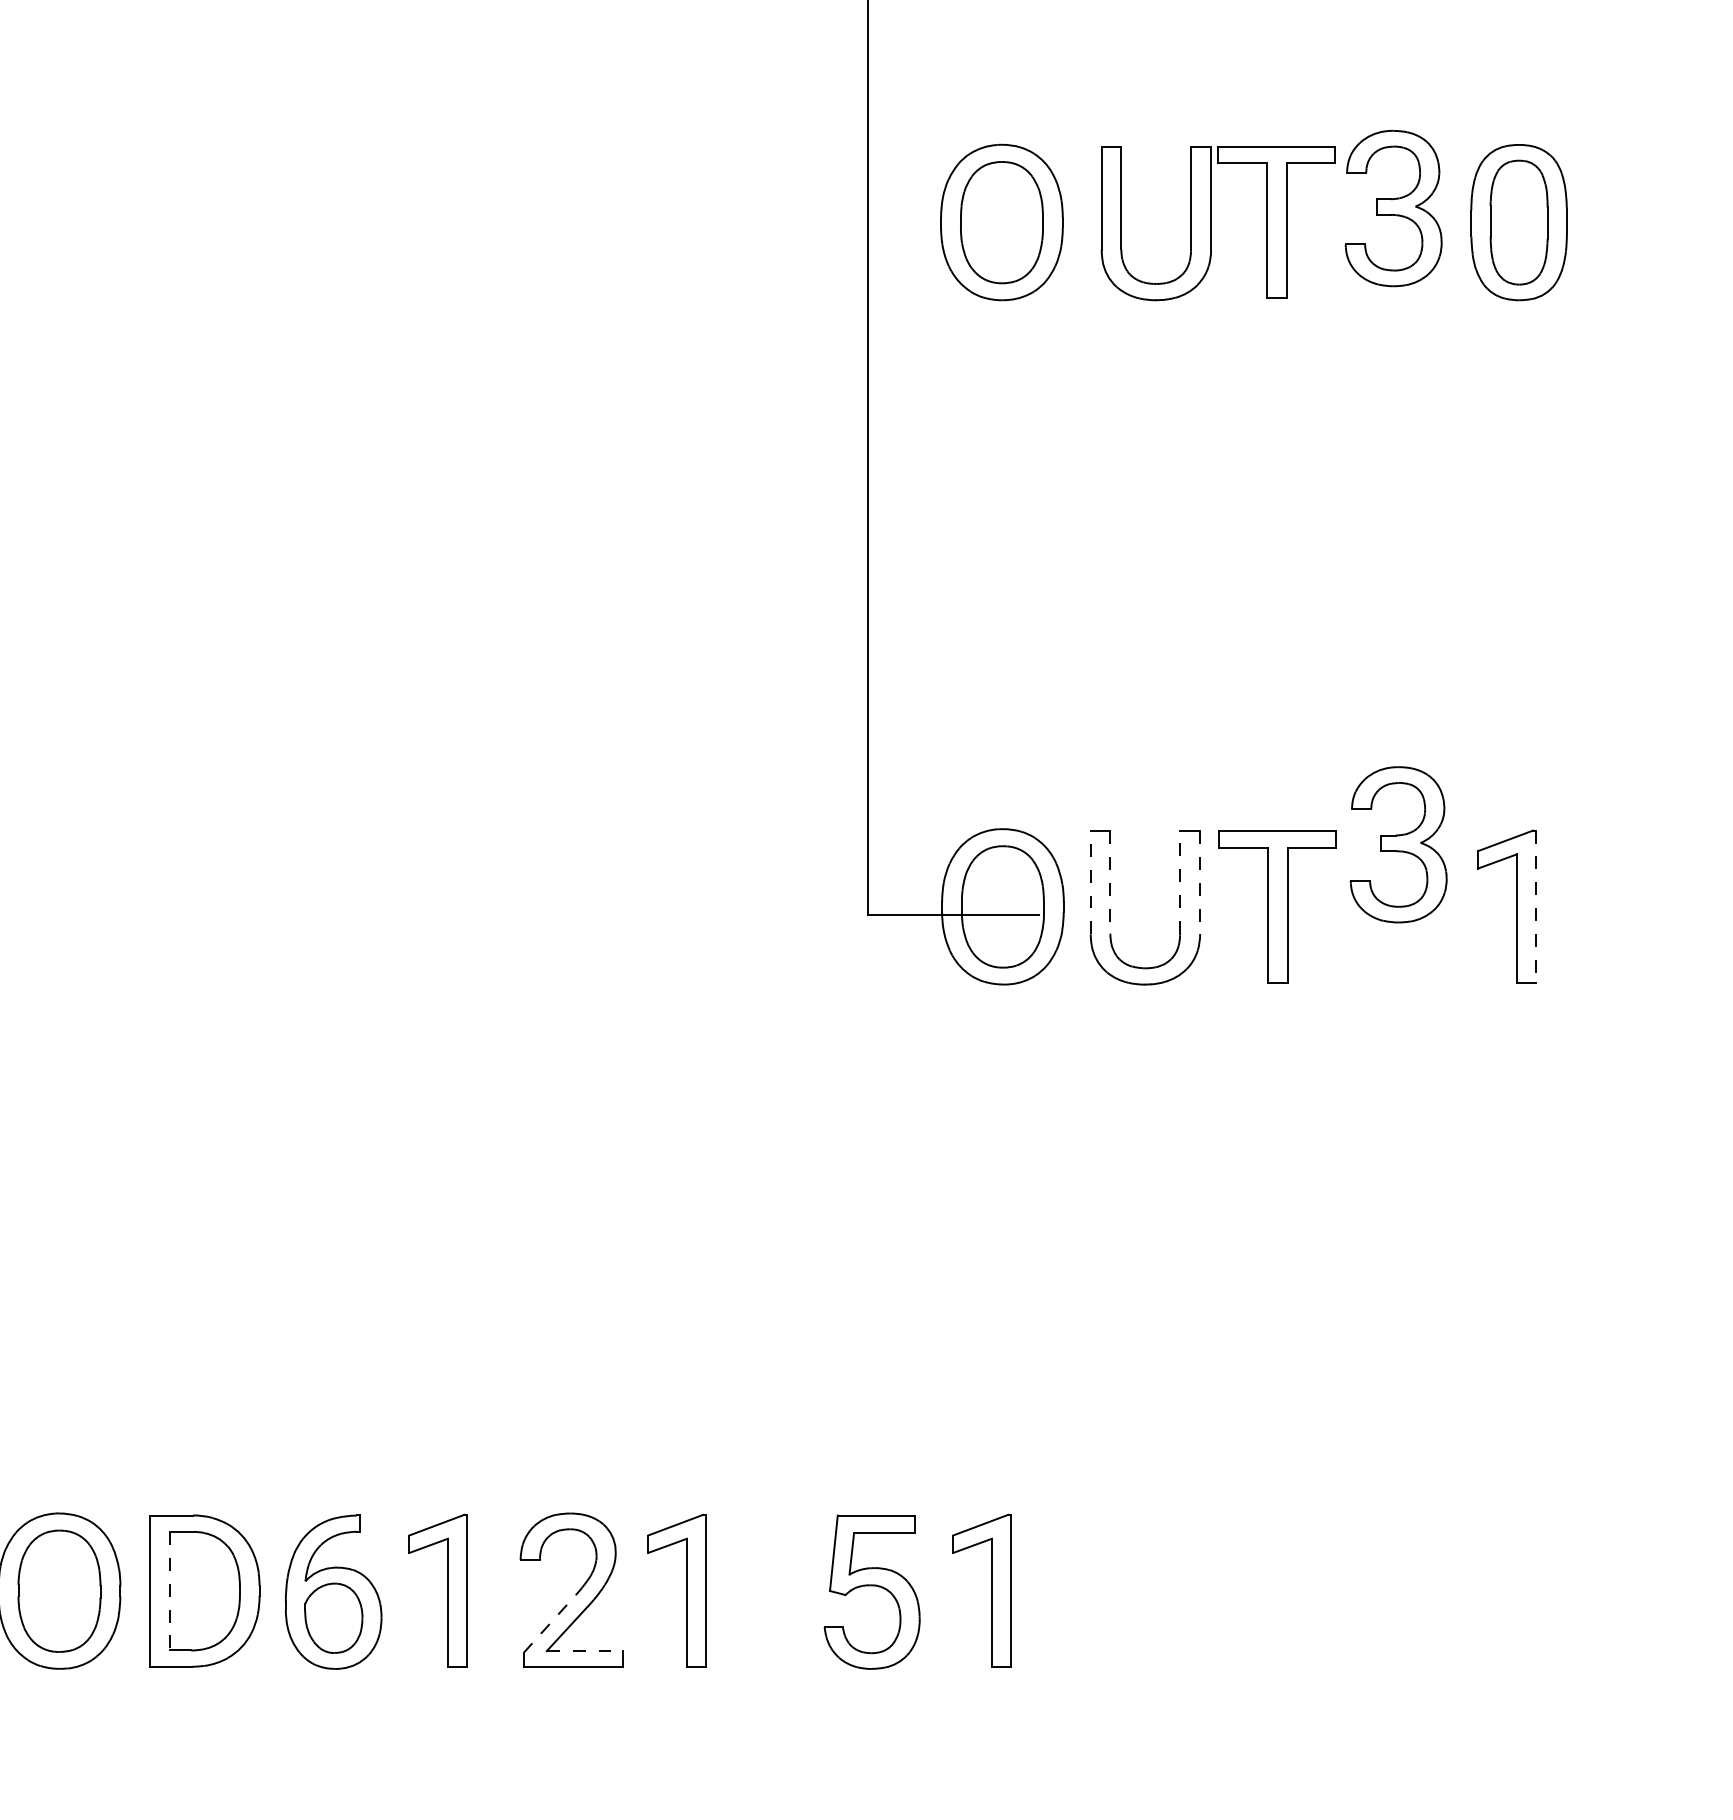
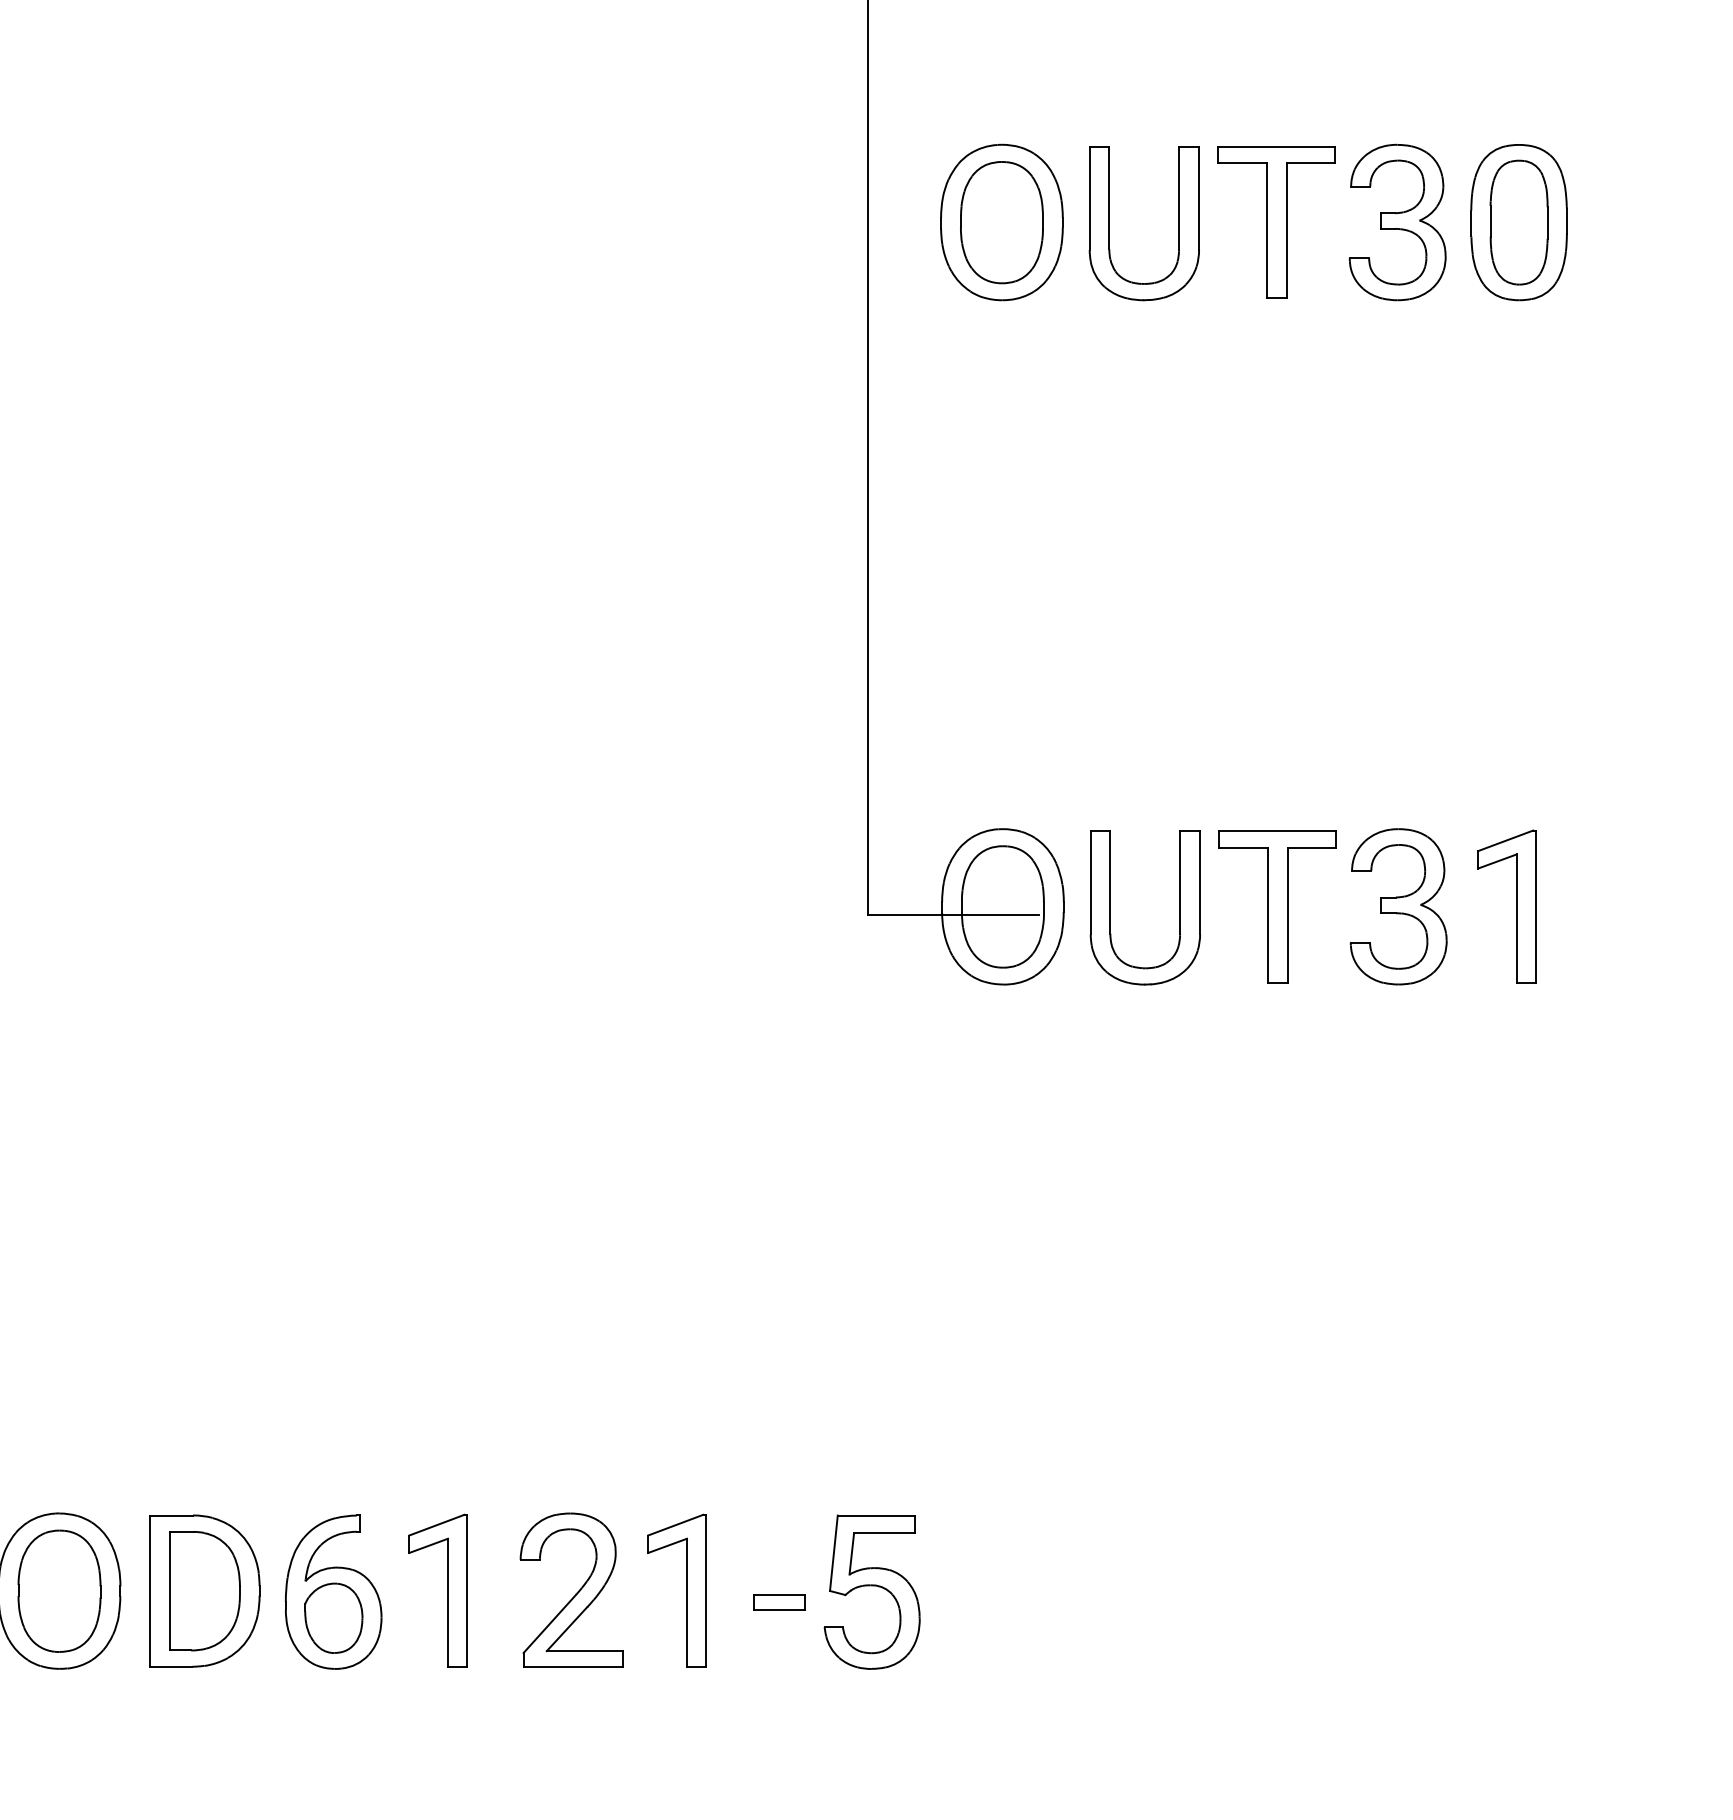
part at (1393, 208) position: (1393, 208) -> (1397, 222)
part at (1121, 223) position: (1121, 223) -> (1109, 223)
part at (1398, 844) position: (1398, 844) -> (1398, 906)
line at (1090, 882): dashed -> solid
line at (1110, 882): dashed -> solid
line at (1180, 882): dashed -> solid
line at (1200, 883): dashed -> solid
line at (1536, 906): dashed -> solid
part at (991, 1590): present -> none
line at (170, 1591): dashed -> solid
part at (779, 1602): none -> present
line at (550, 1623): dashed -> solid
line at (584, 1651): dashed -> solid
